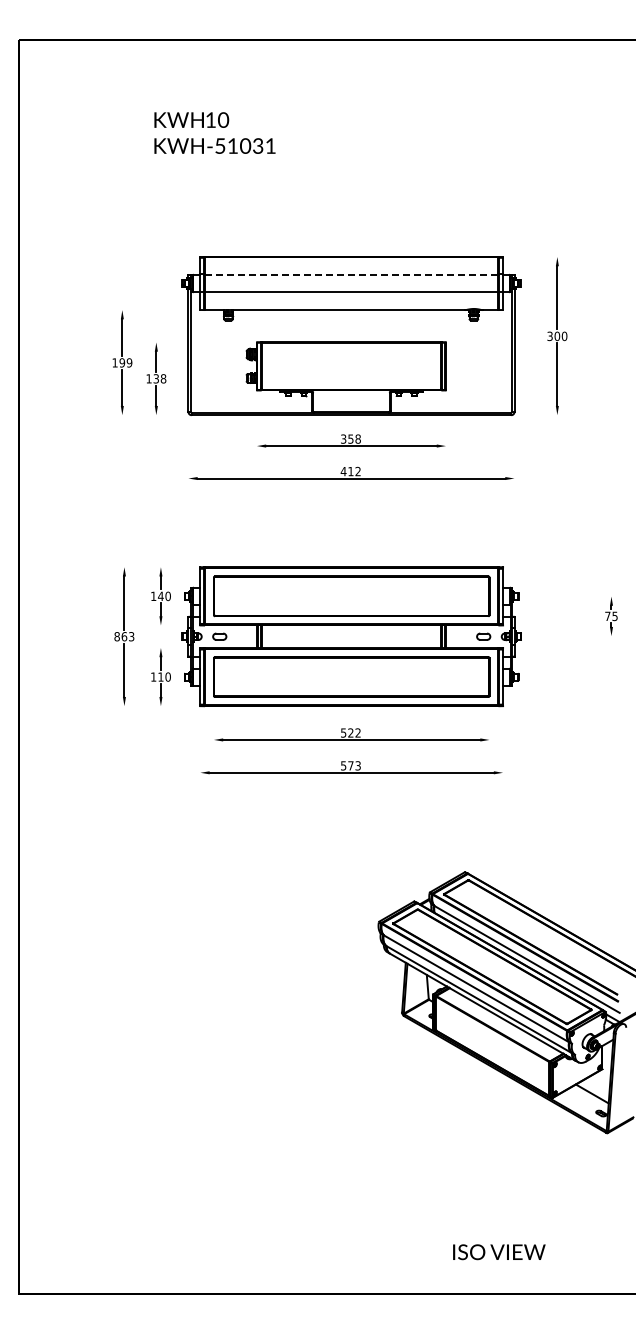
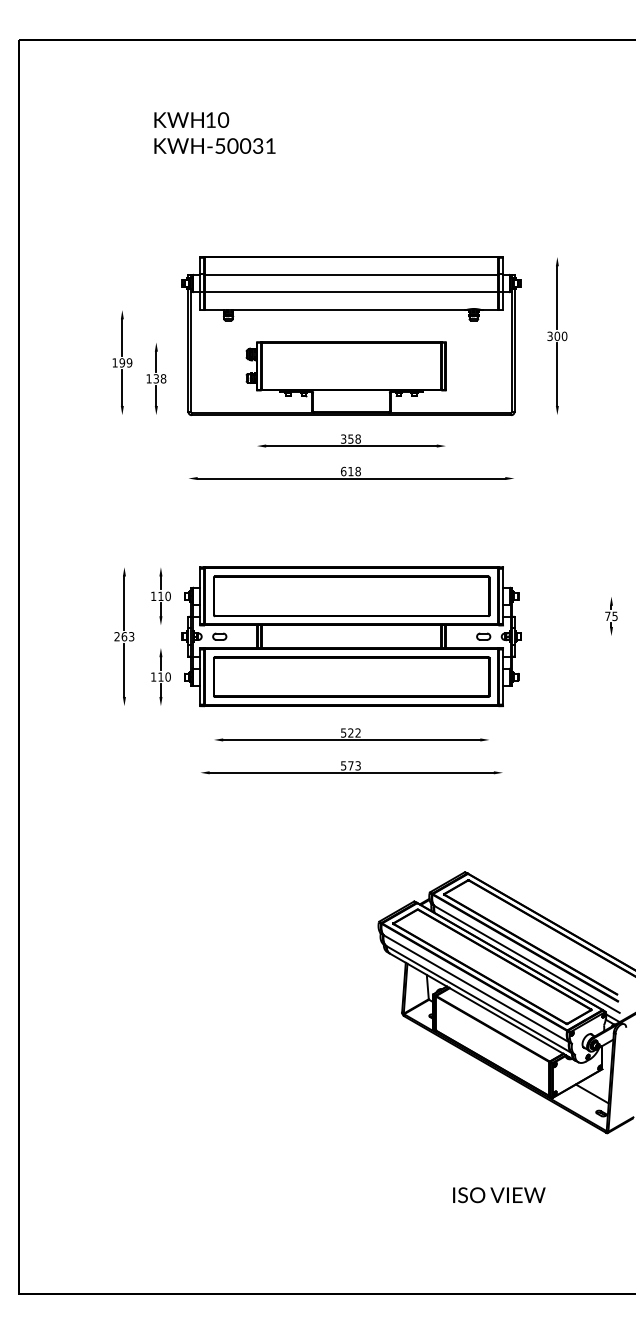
text at (232, 145): KWH-51031 -> KWH-50031
line at (351, 274): dashed -> solid
text at (350, 471): 412 -> 618
text at (160, 595): 140 -> 110
text at (116, 636): 863 -> 263
text at (499, 1252) position: (499, 1252) -> (499, 1195)
